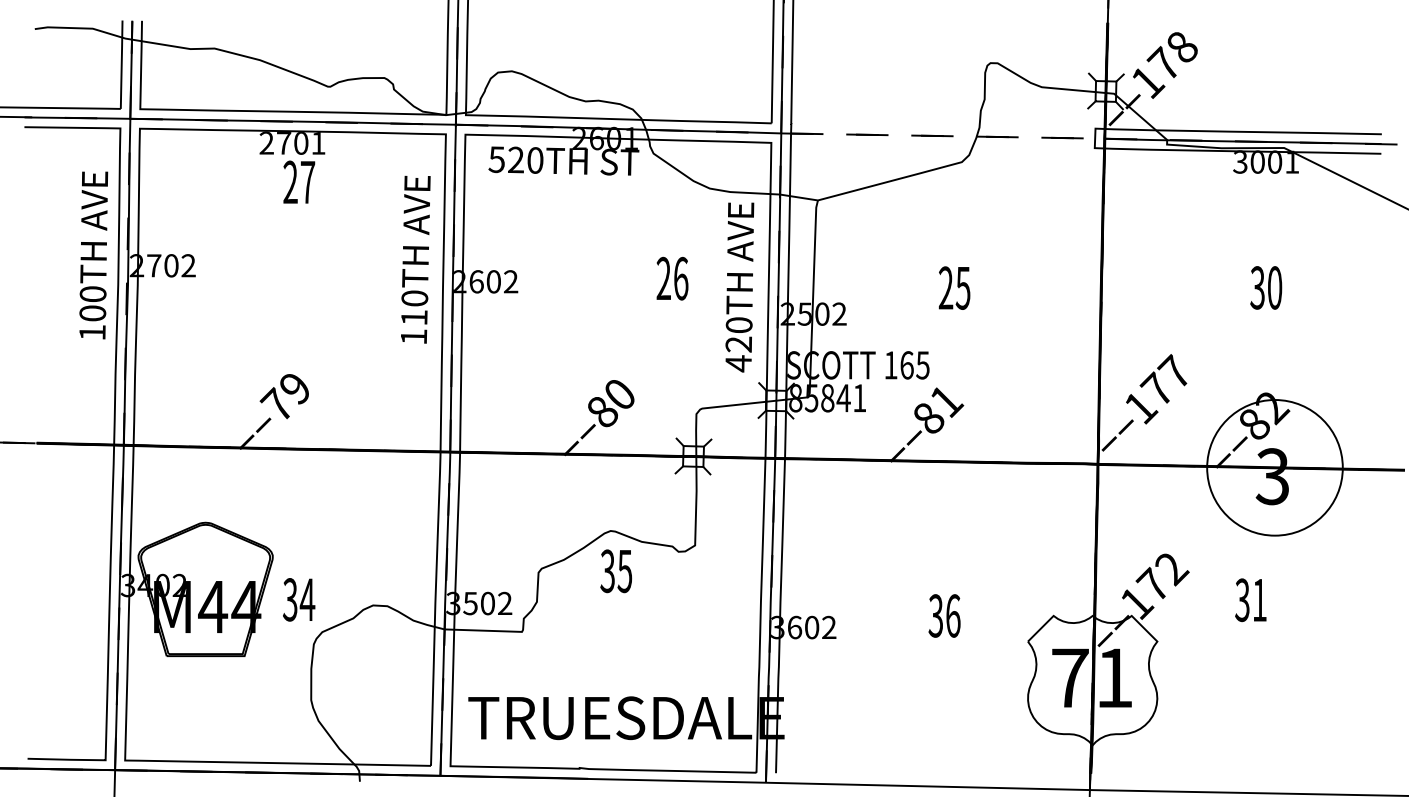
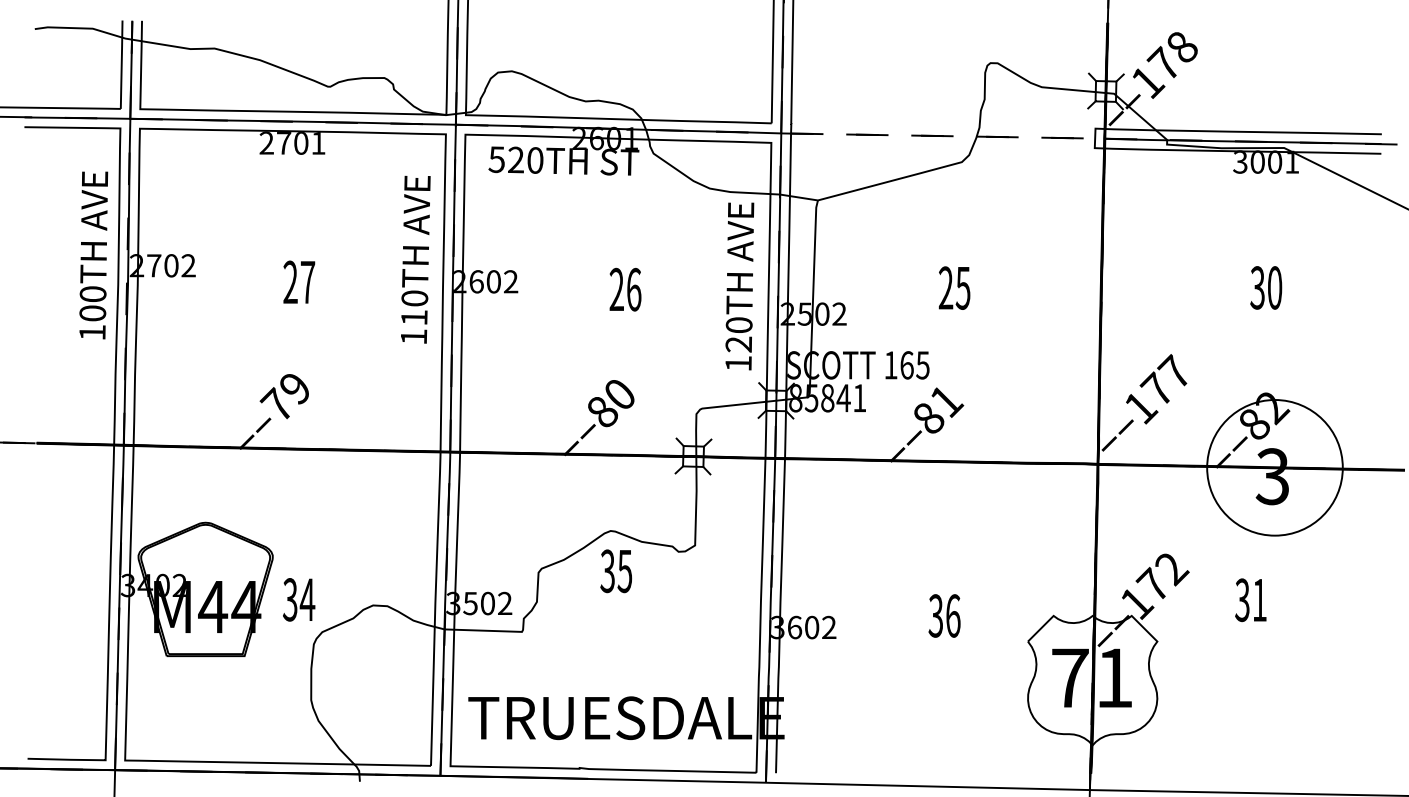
text at (299, 181) position: (299, 181) -> (299, 281)
text at (672, 278) position: (672, 278) -> (625, 289)
text at (738, 363): 420TH -> 120TH
